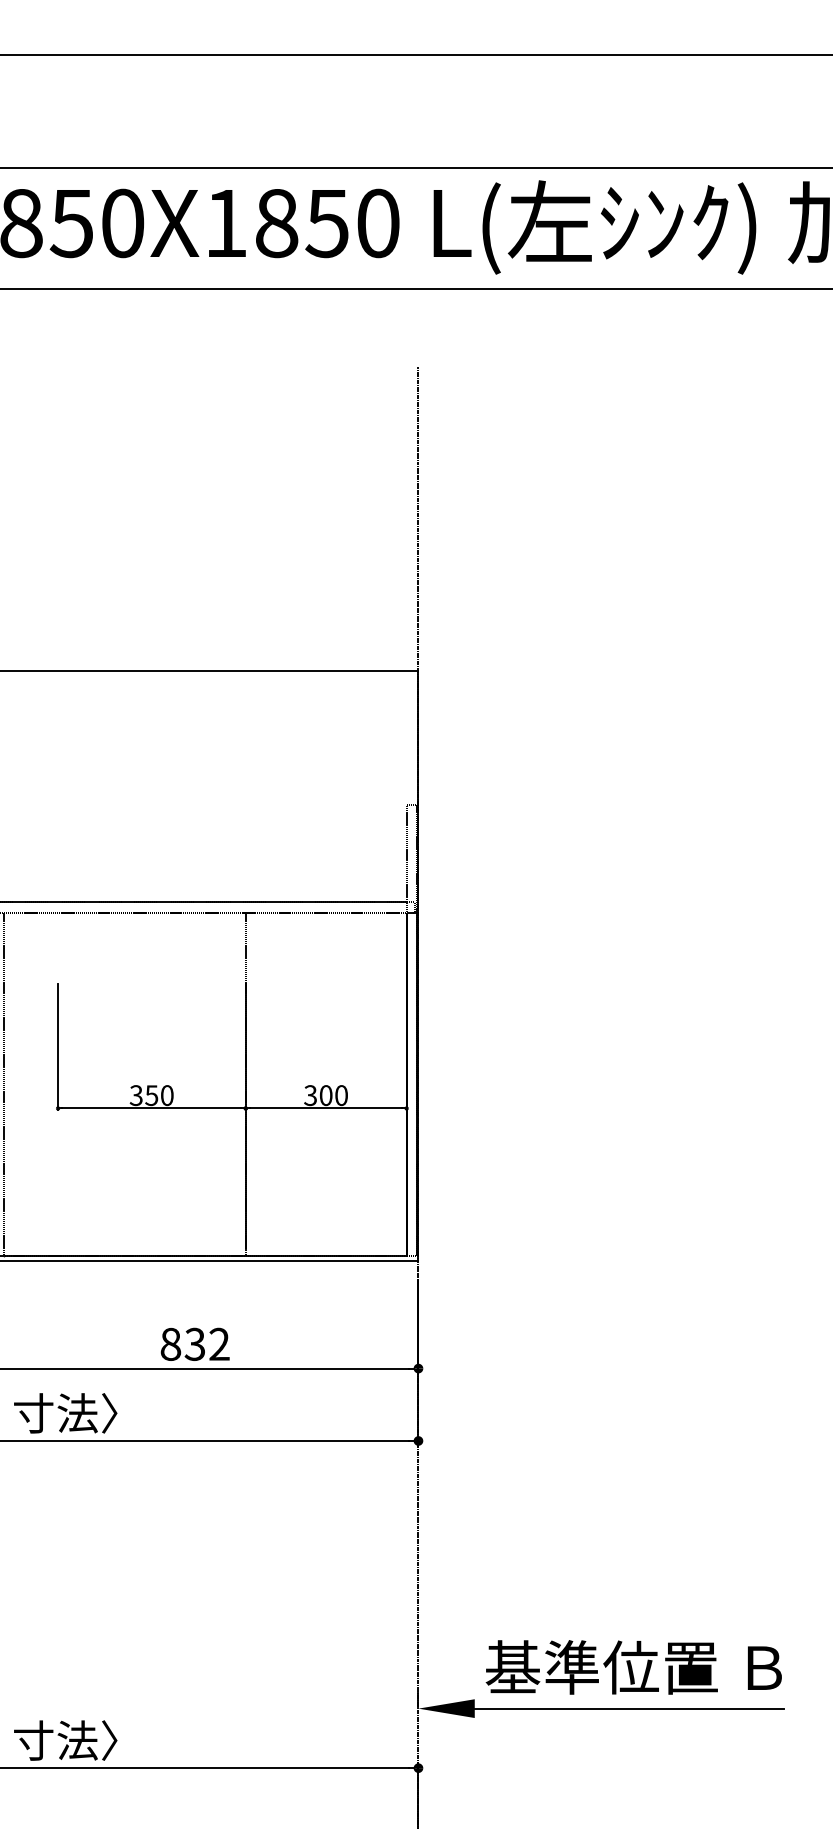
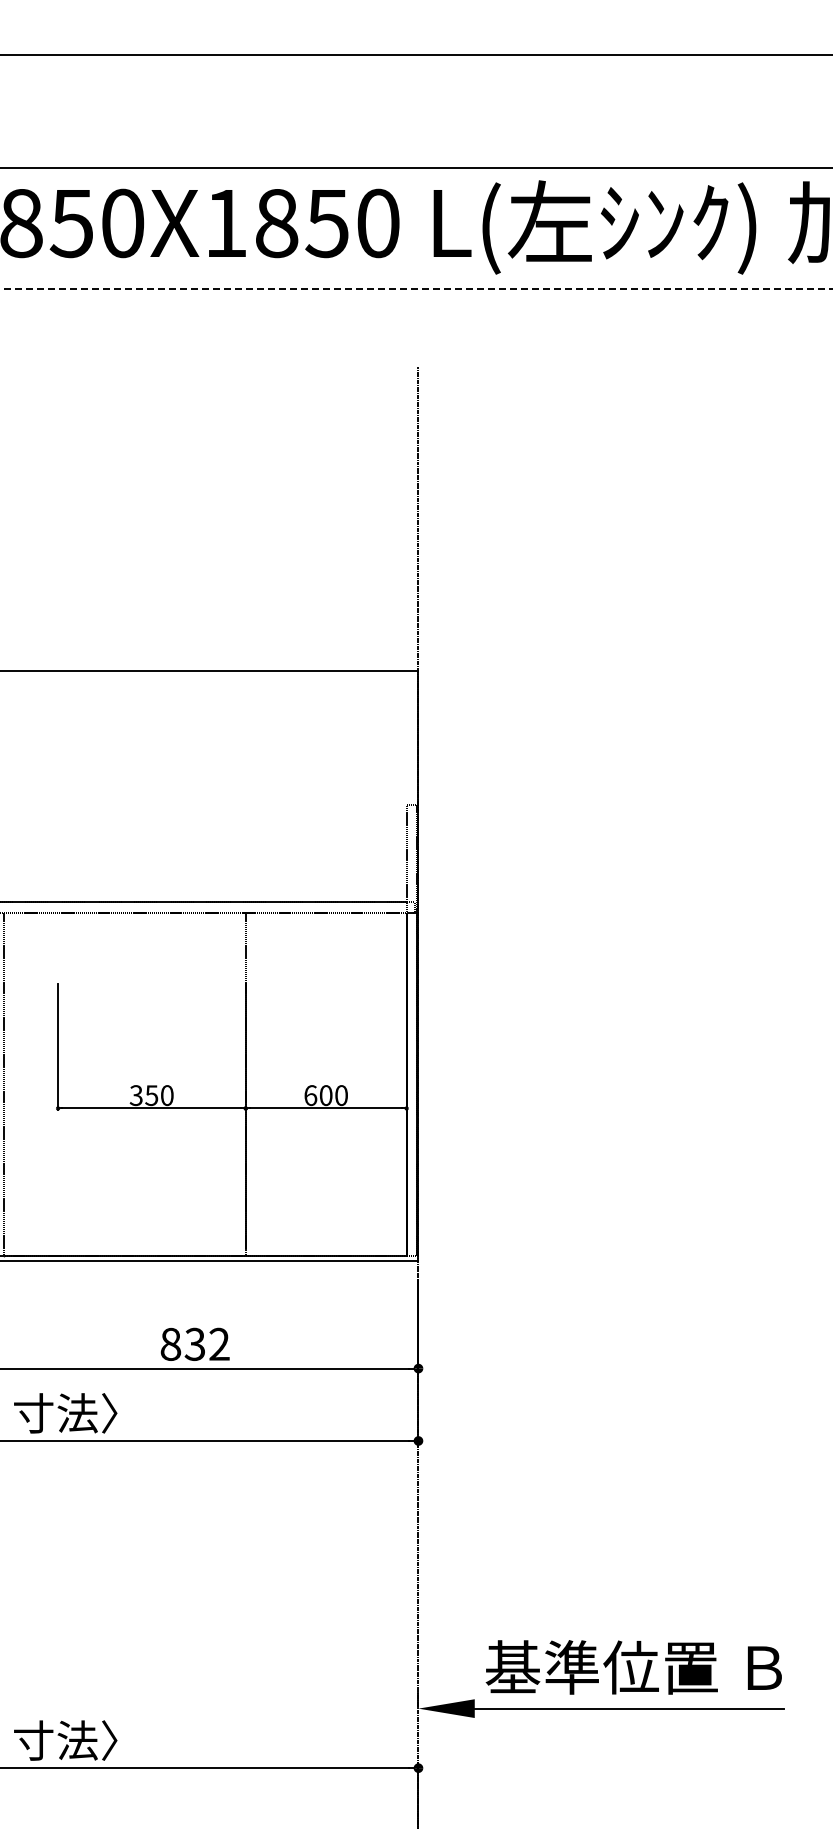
line at (416, 288): solid -> dashed
text at (310, 1095): 300 -> 600
